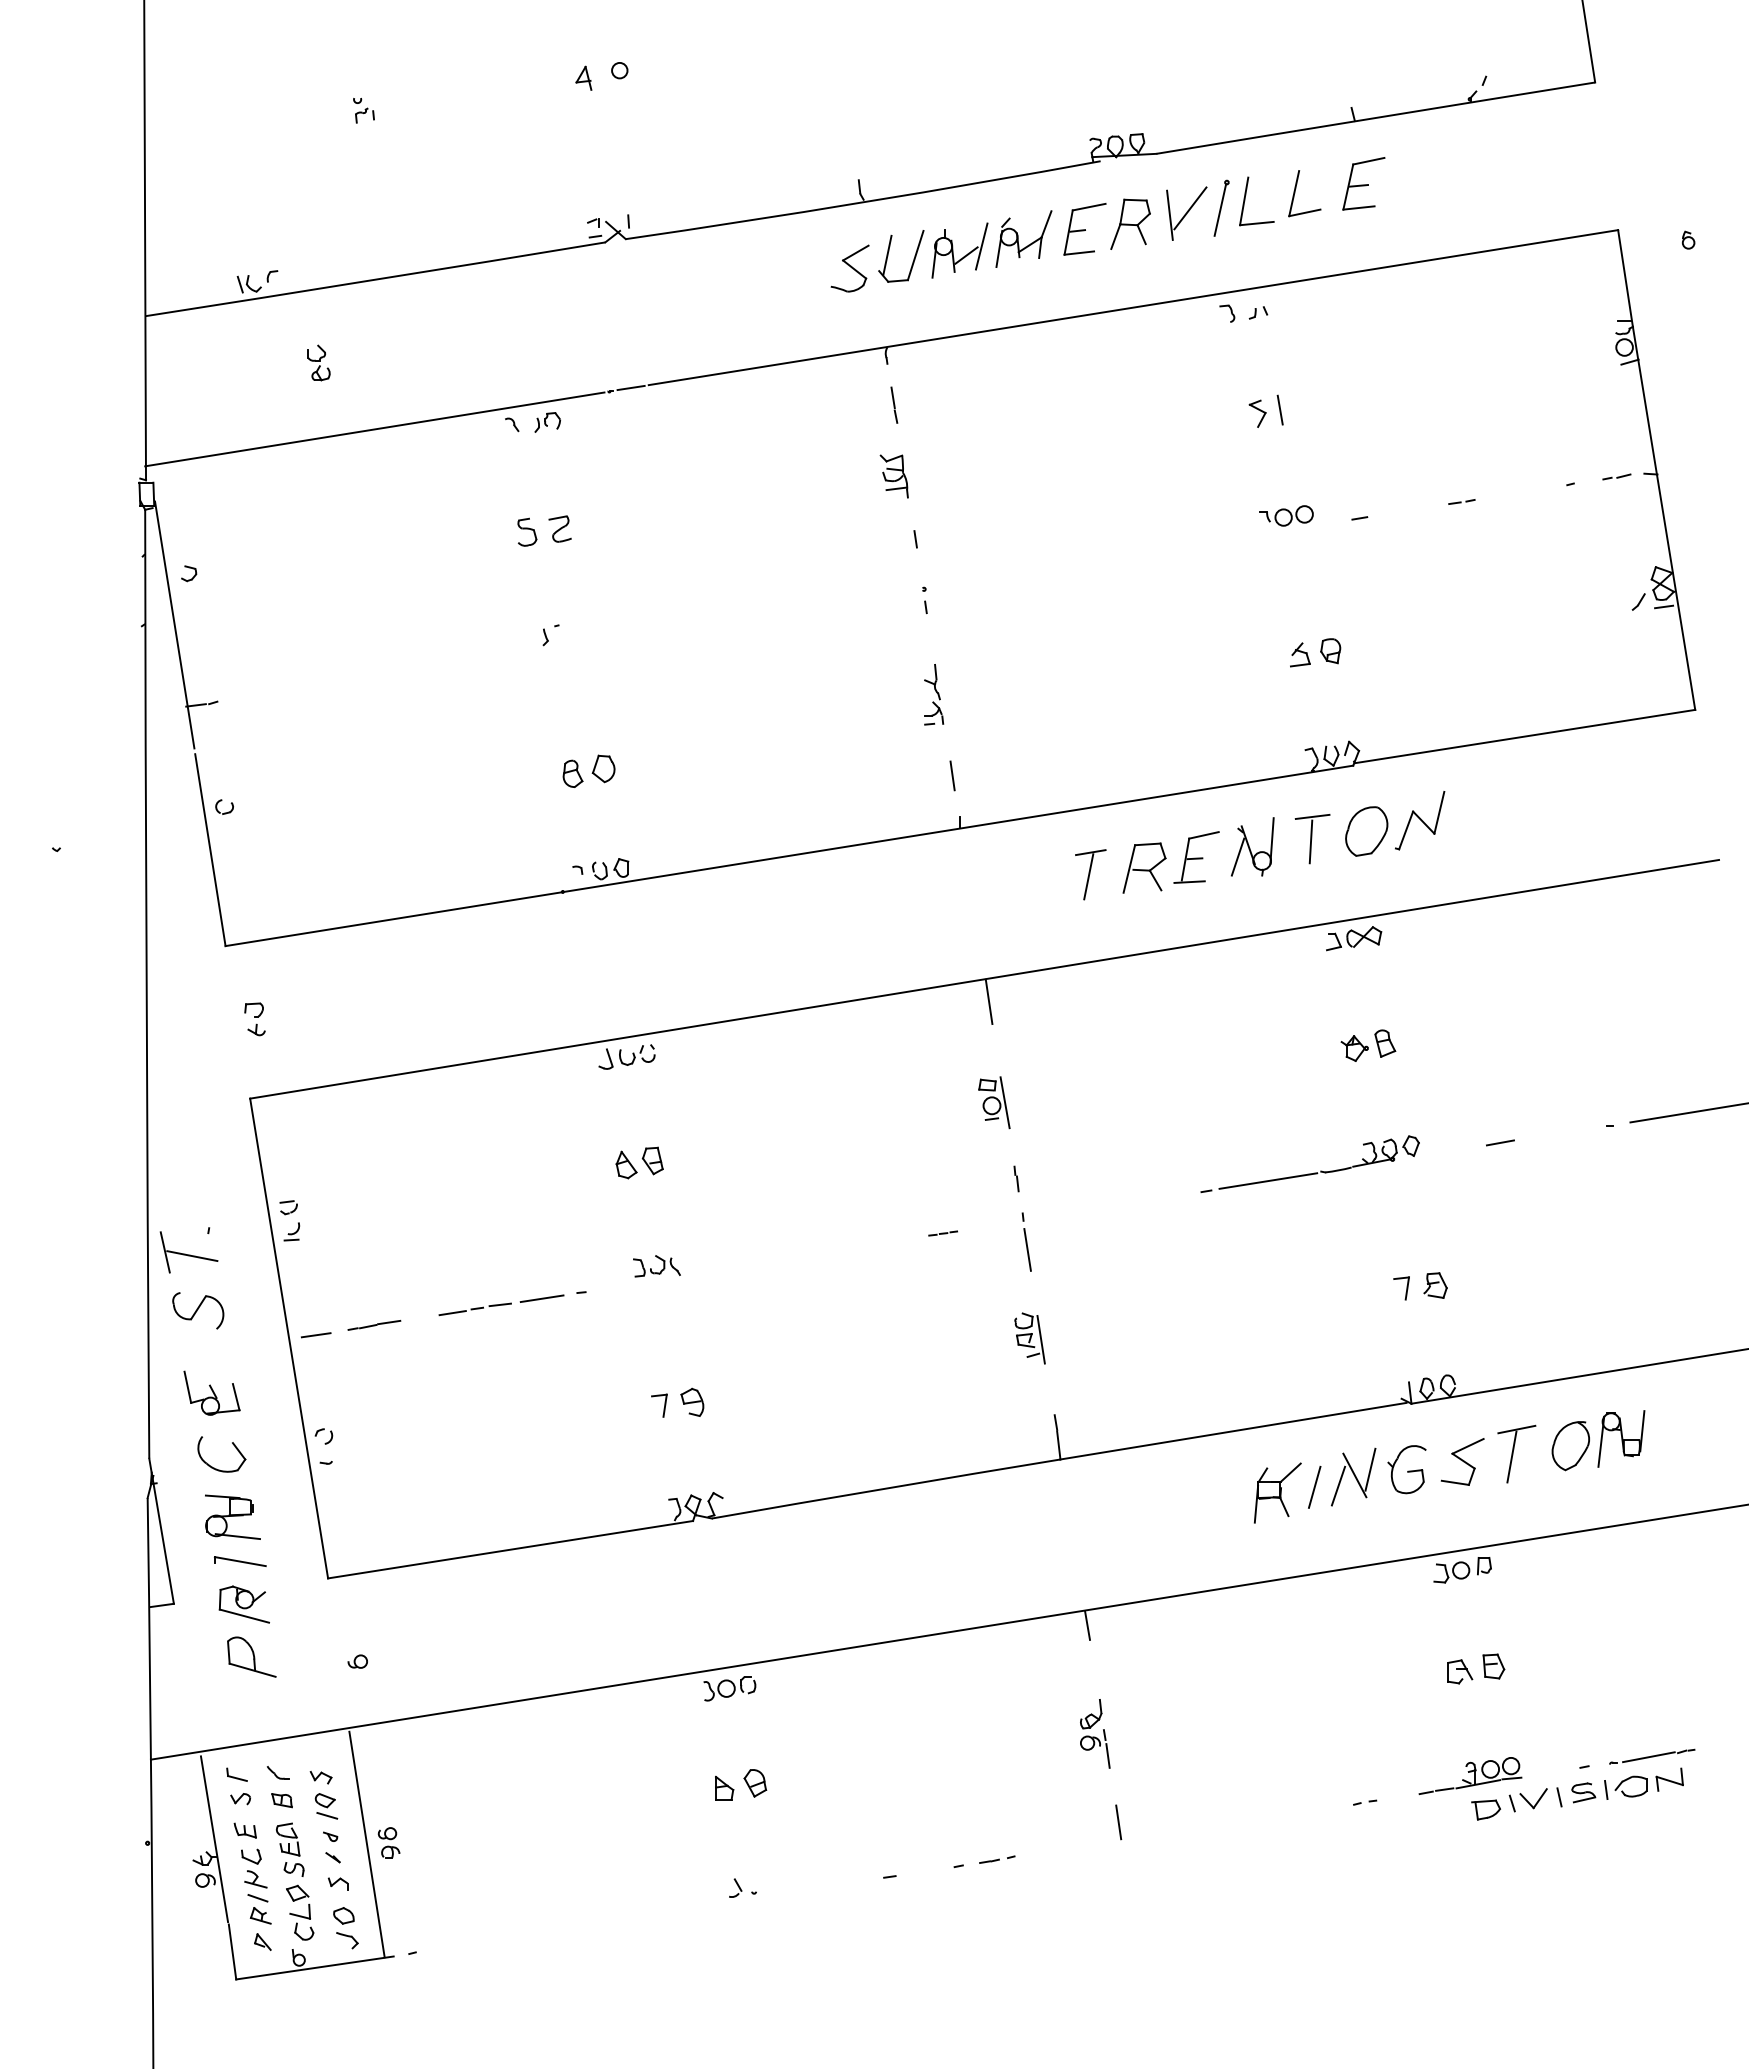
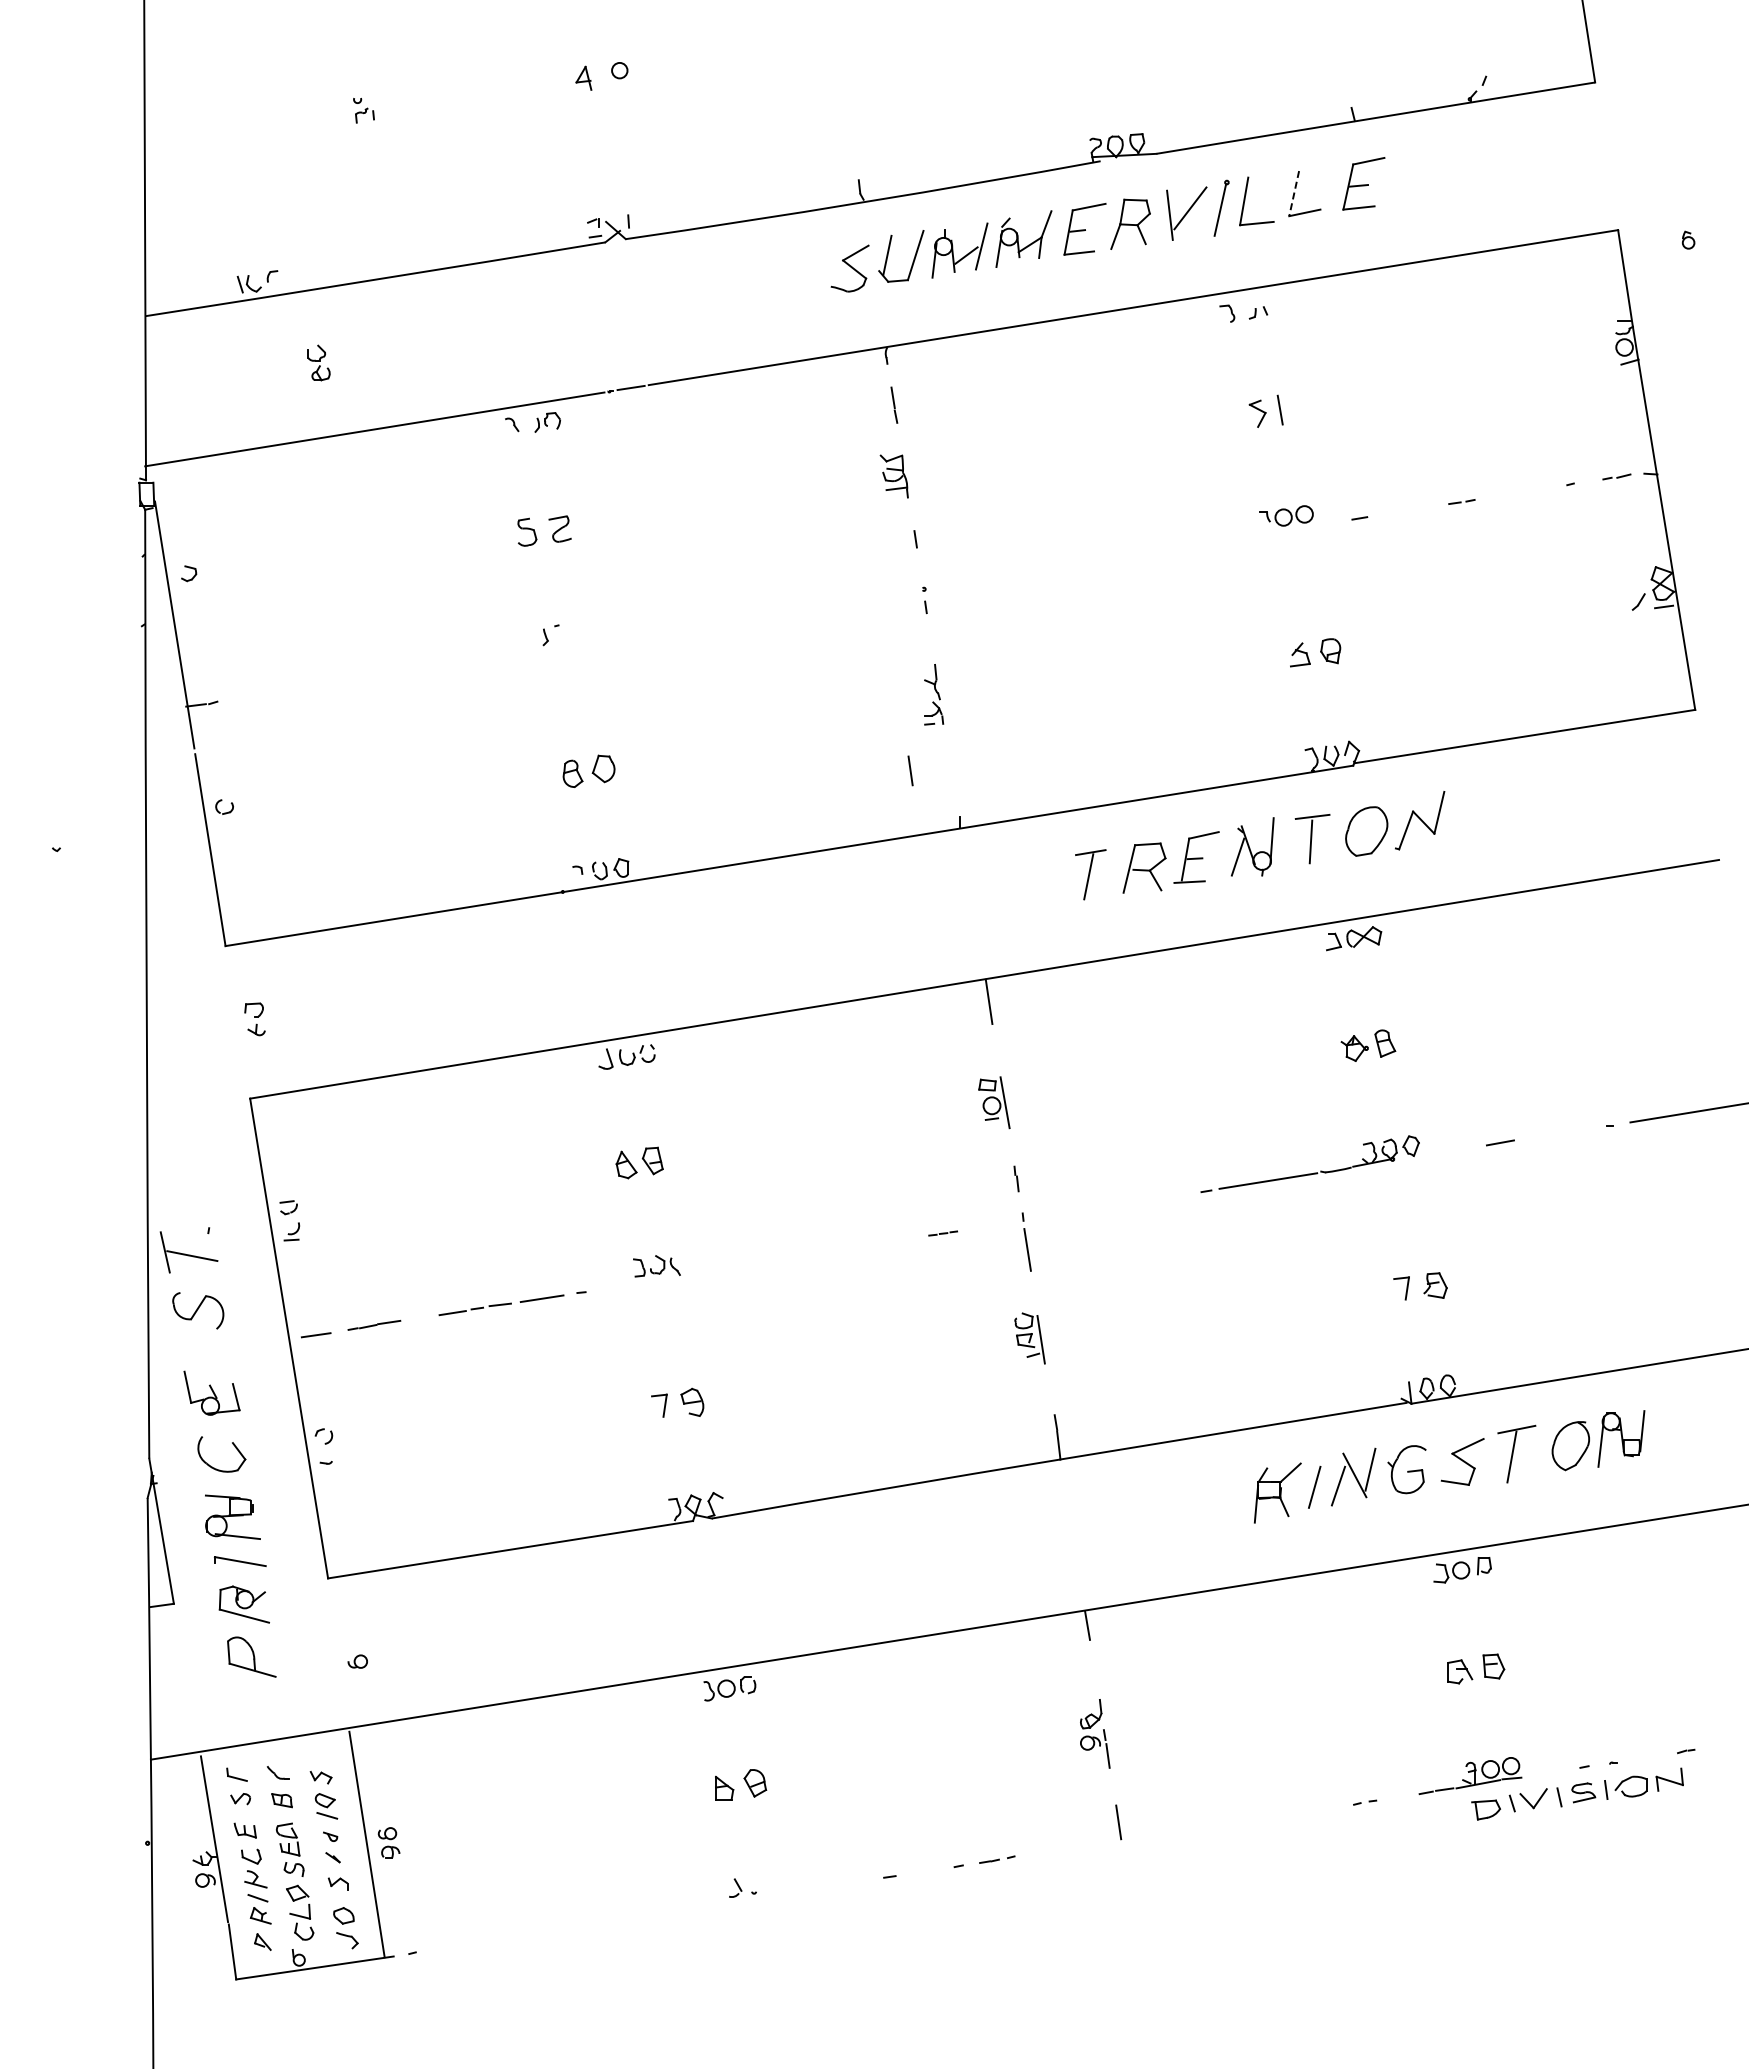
line at (1294, 194): solid -> dashed
line at (952, 775) position: (952, 775) -> (910, 770)
line at (1648, 1757): present -> none
